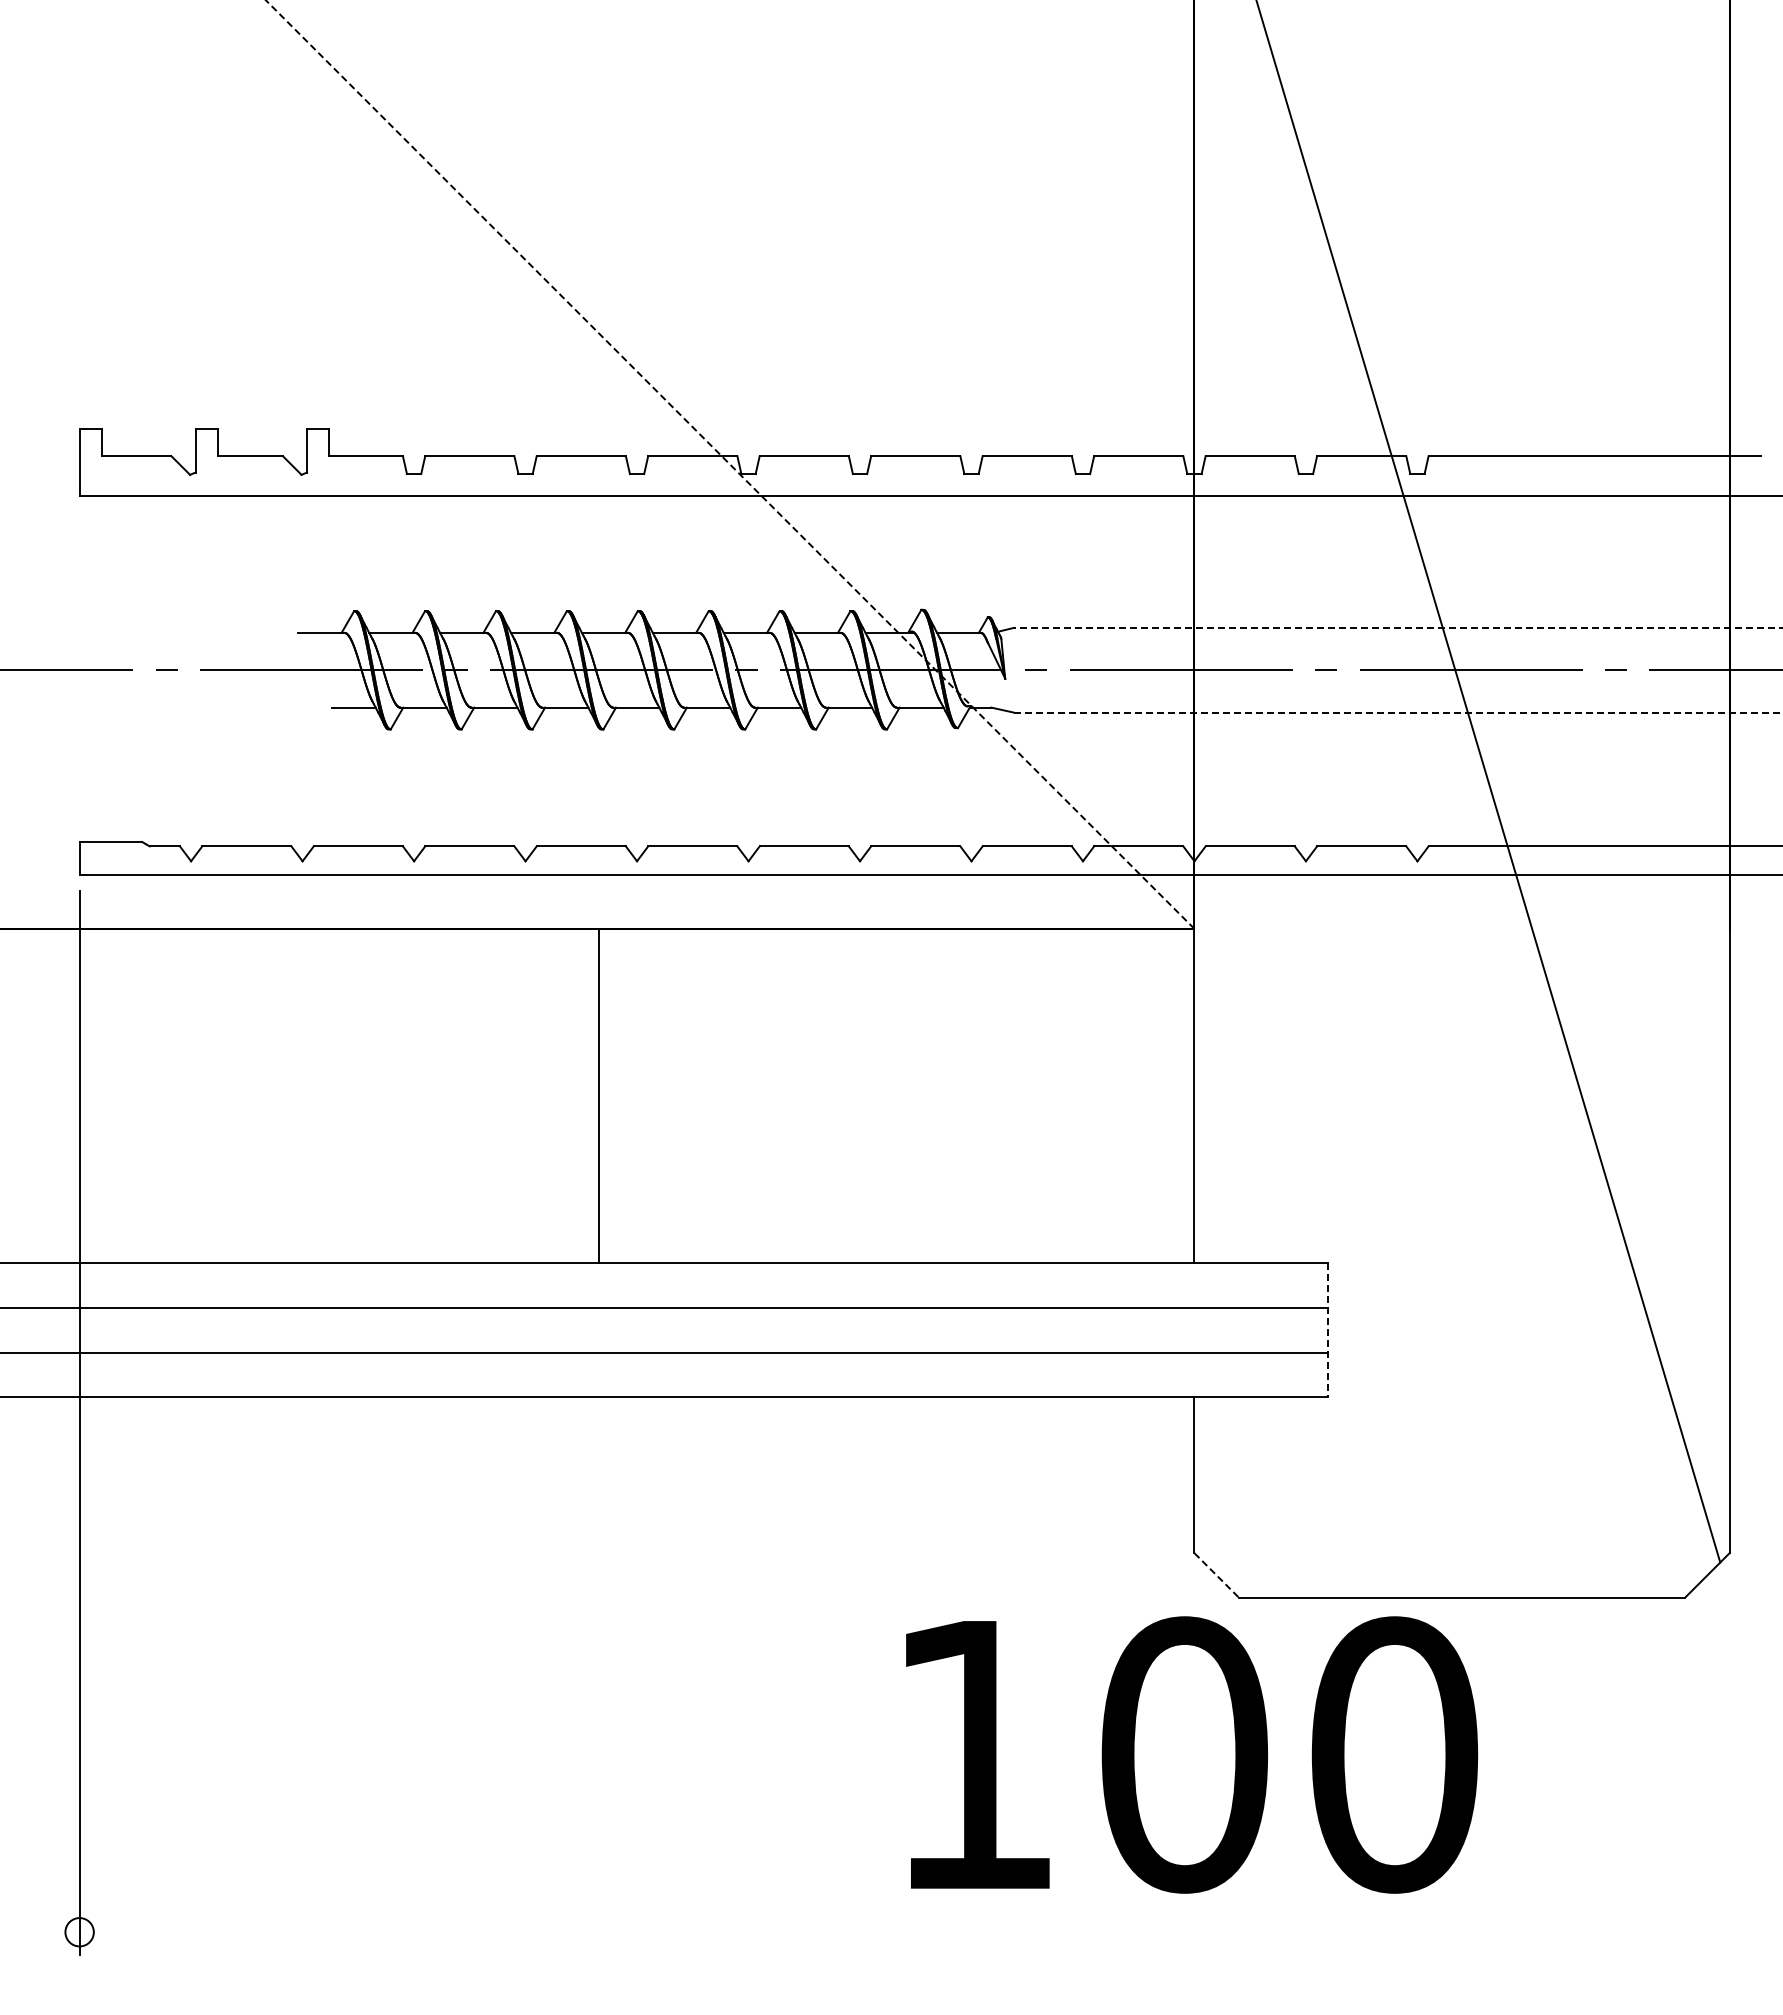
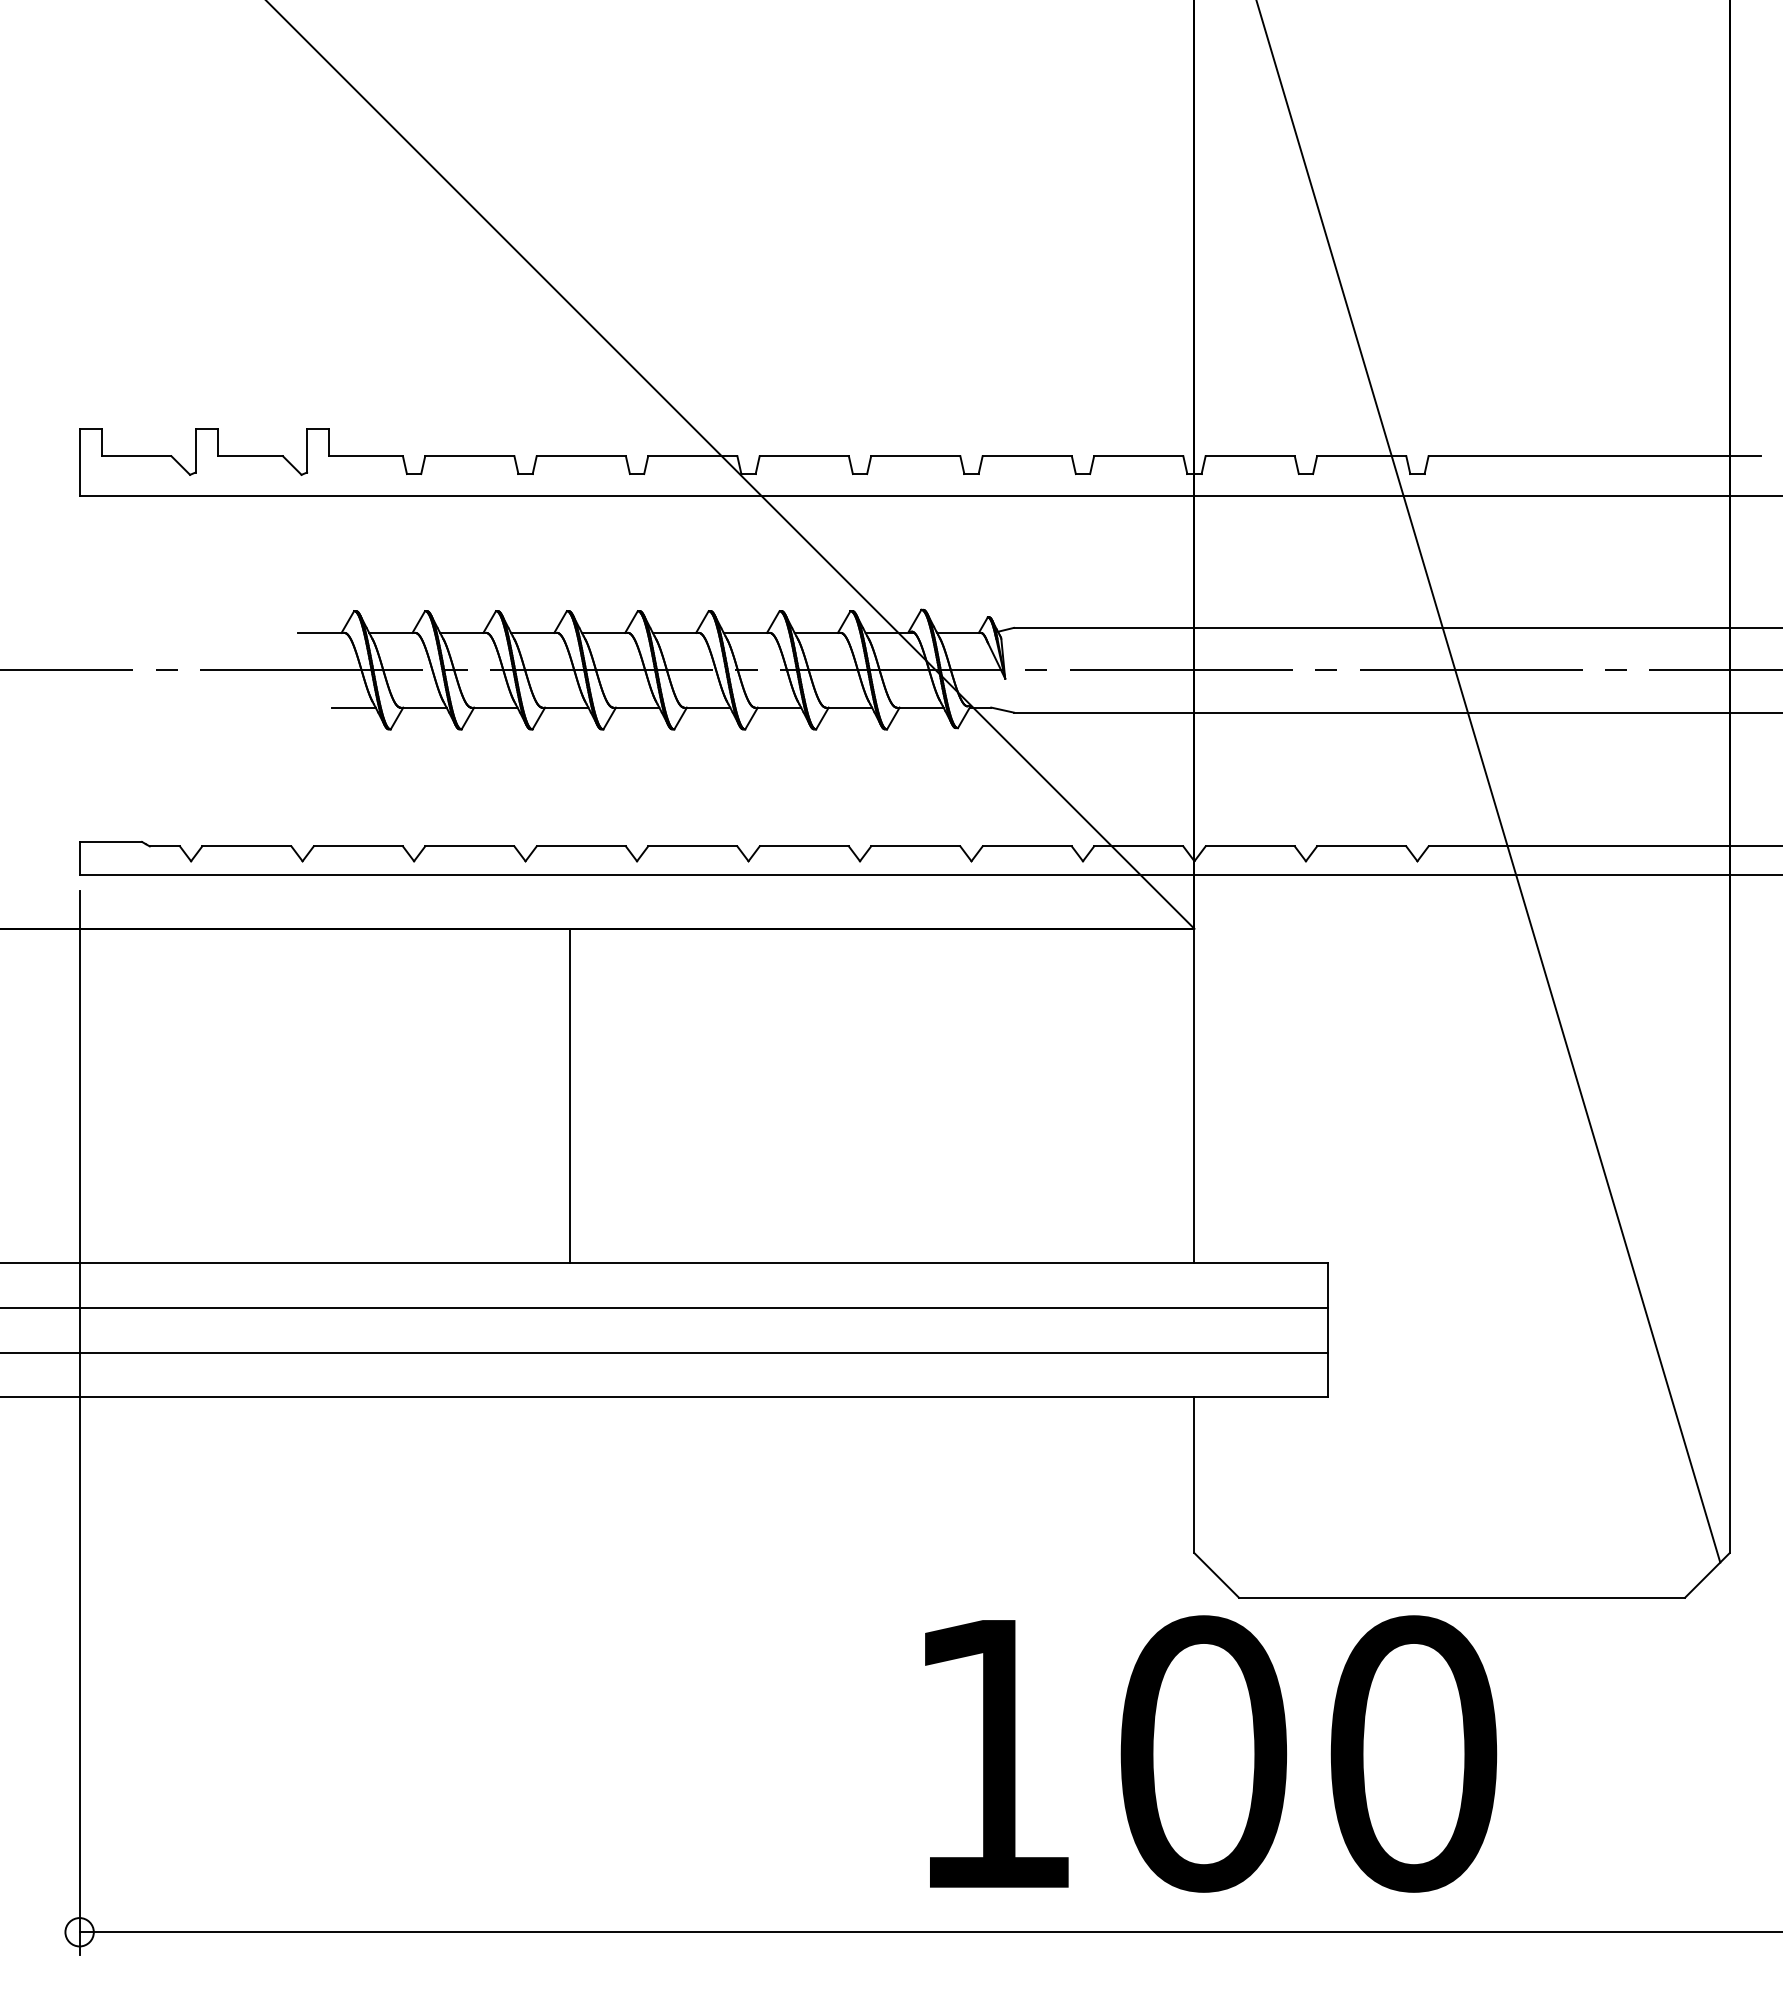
line at (729, 464): dashed -> solid
line at (1397, 627): dashed -> solid
line at (1398, 712): dashed -> solid
line at (599, 1095) position: (599, 1095) -> (570, 1095)
line at (1328, 1330): dashed -> solid
line at (1216, 1575): dashed -> solid
text at (1192, 1754) position: (1192, 1754) -> (1211, 1753)
line at (929, 1932): none -> present
